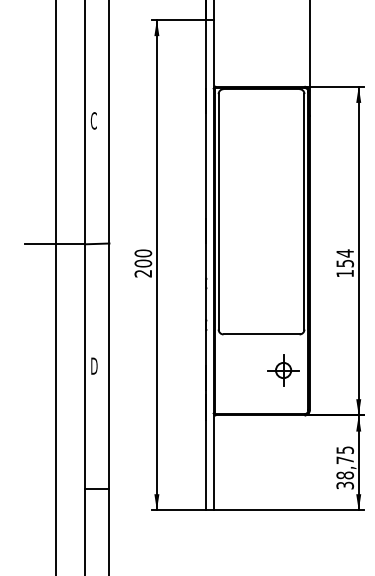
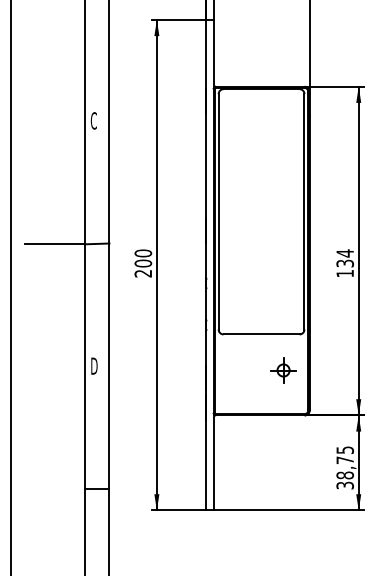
text at (344, 262): 154 -> 134
line at (56, 287) position: (56, 287) -> (11, 287)
part at (283, 370) size: 33x33 px -> 27x27 px
